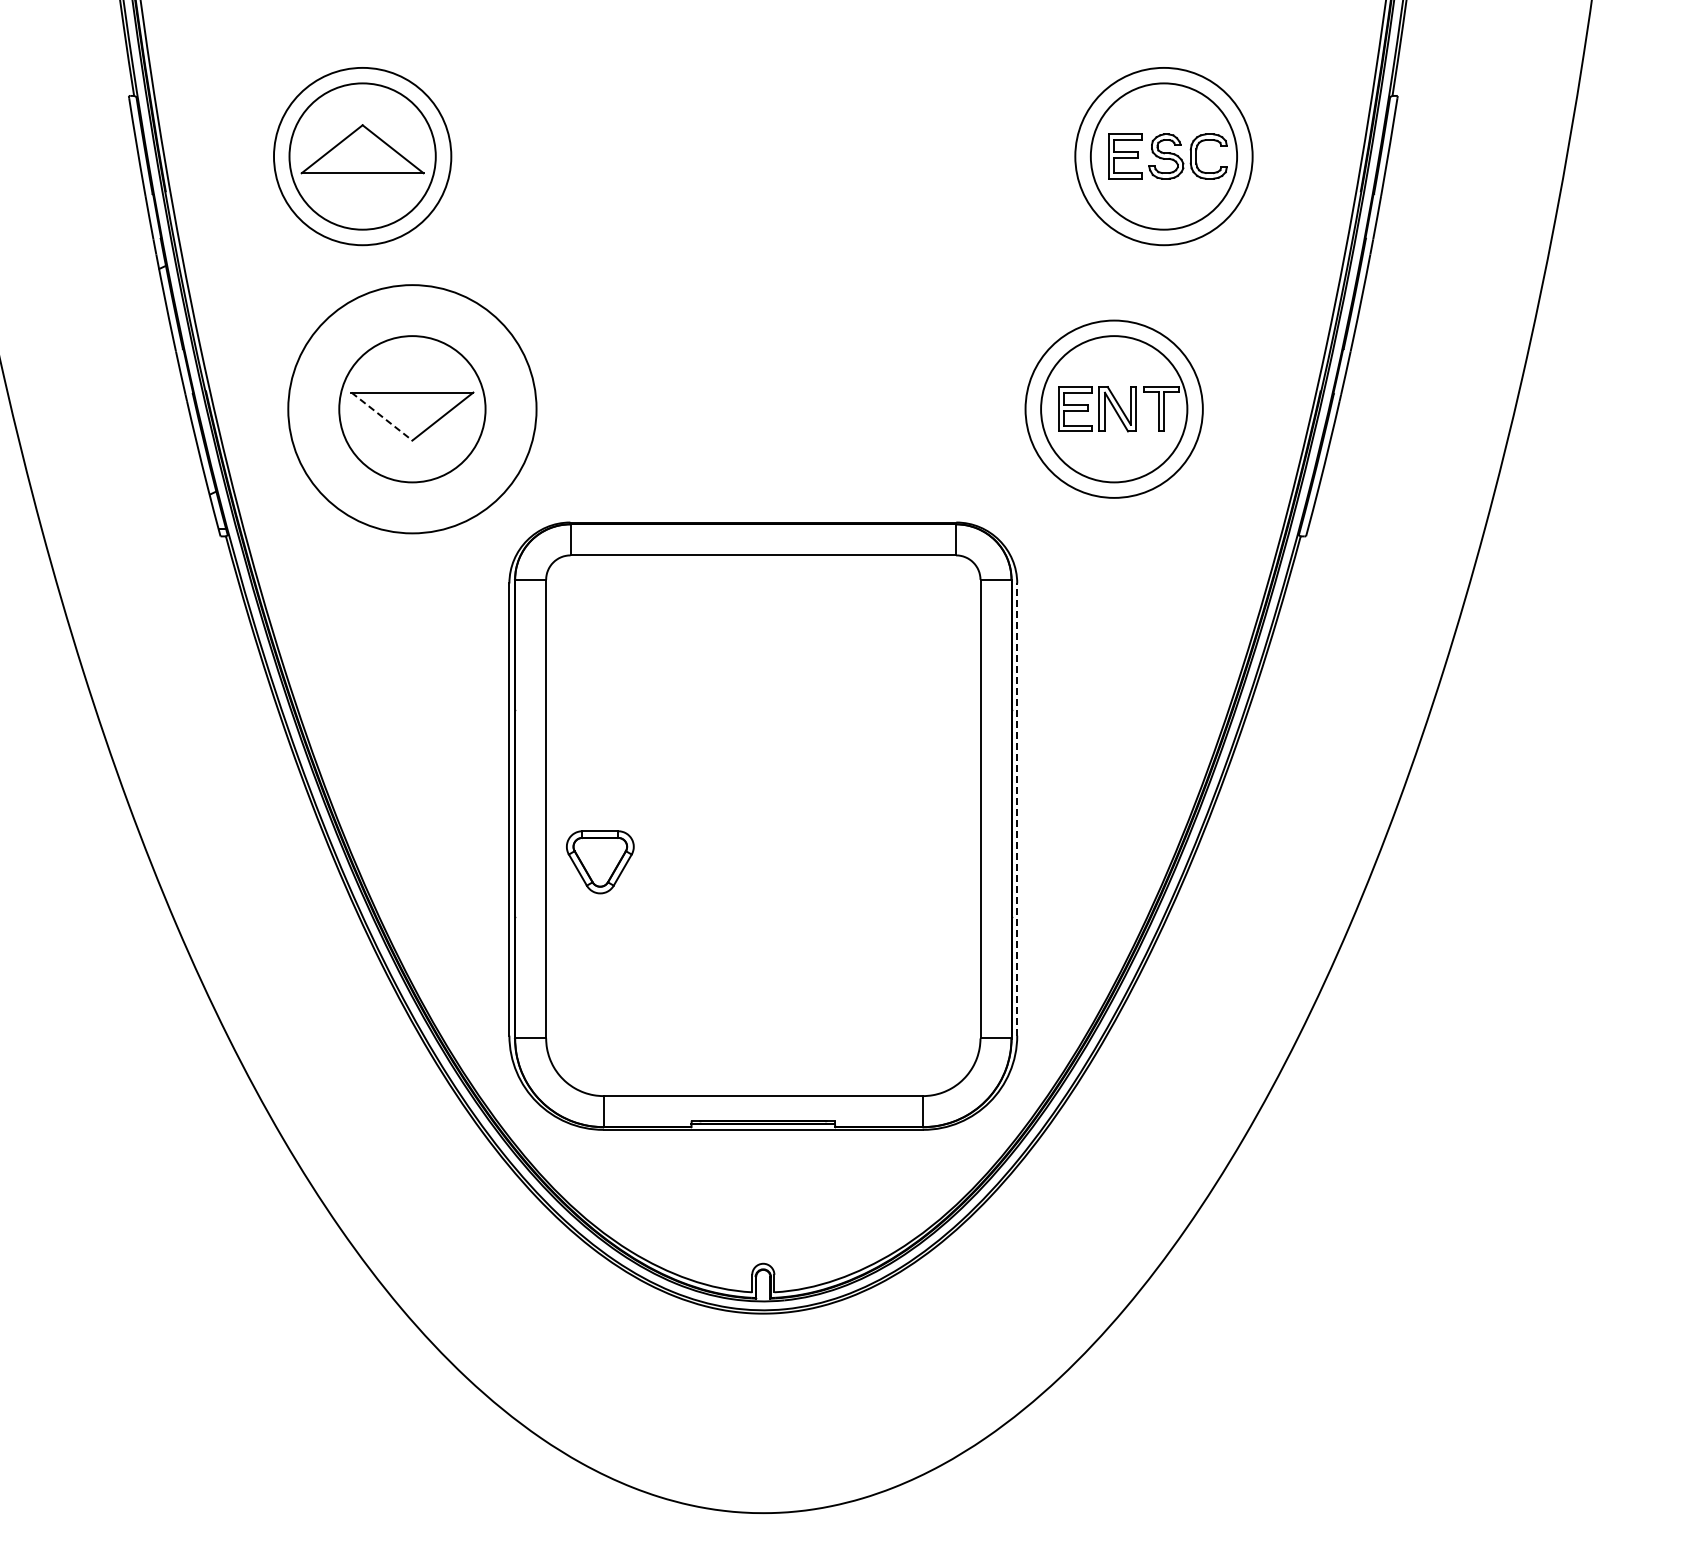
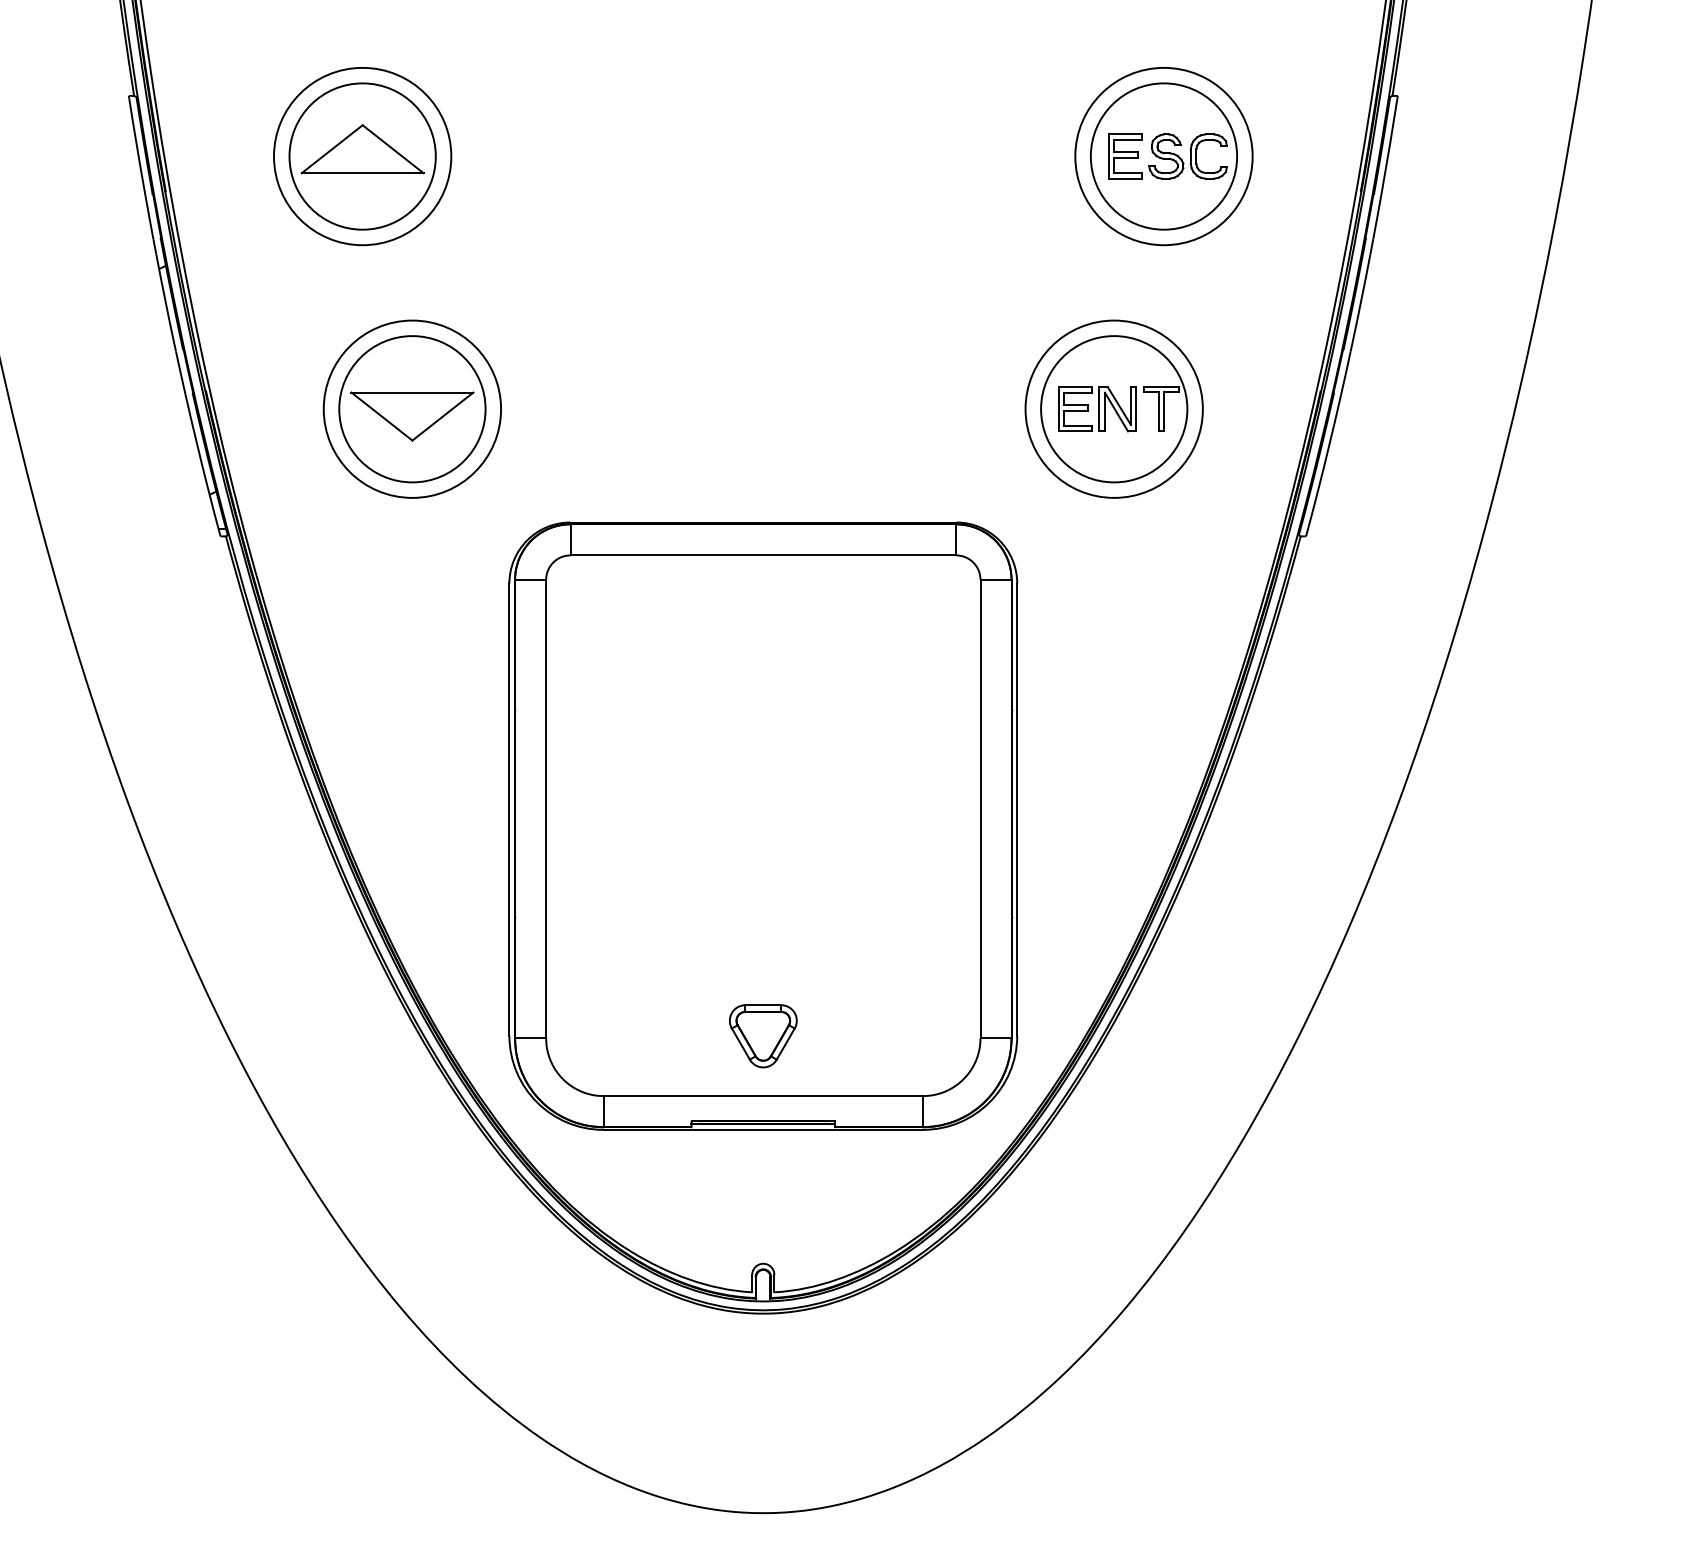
circle at (412, 409) diameter: 248 px -> 177 px
line at (381, 416): dashed -> solid
line at (1017, 809): dashed -> solid
part at (600, 862) position: (600, 862) -> (763, 1036)
